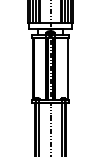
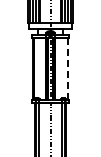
line at (68, 68): solid -> dashed
